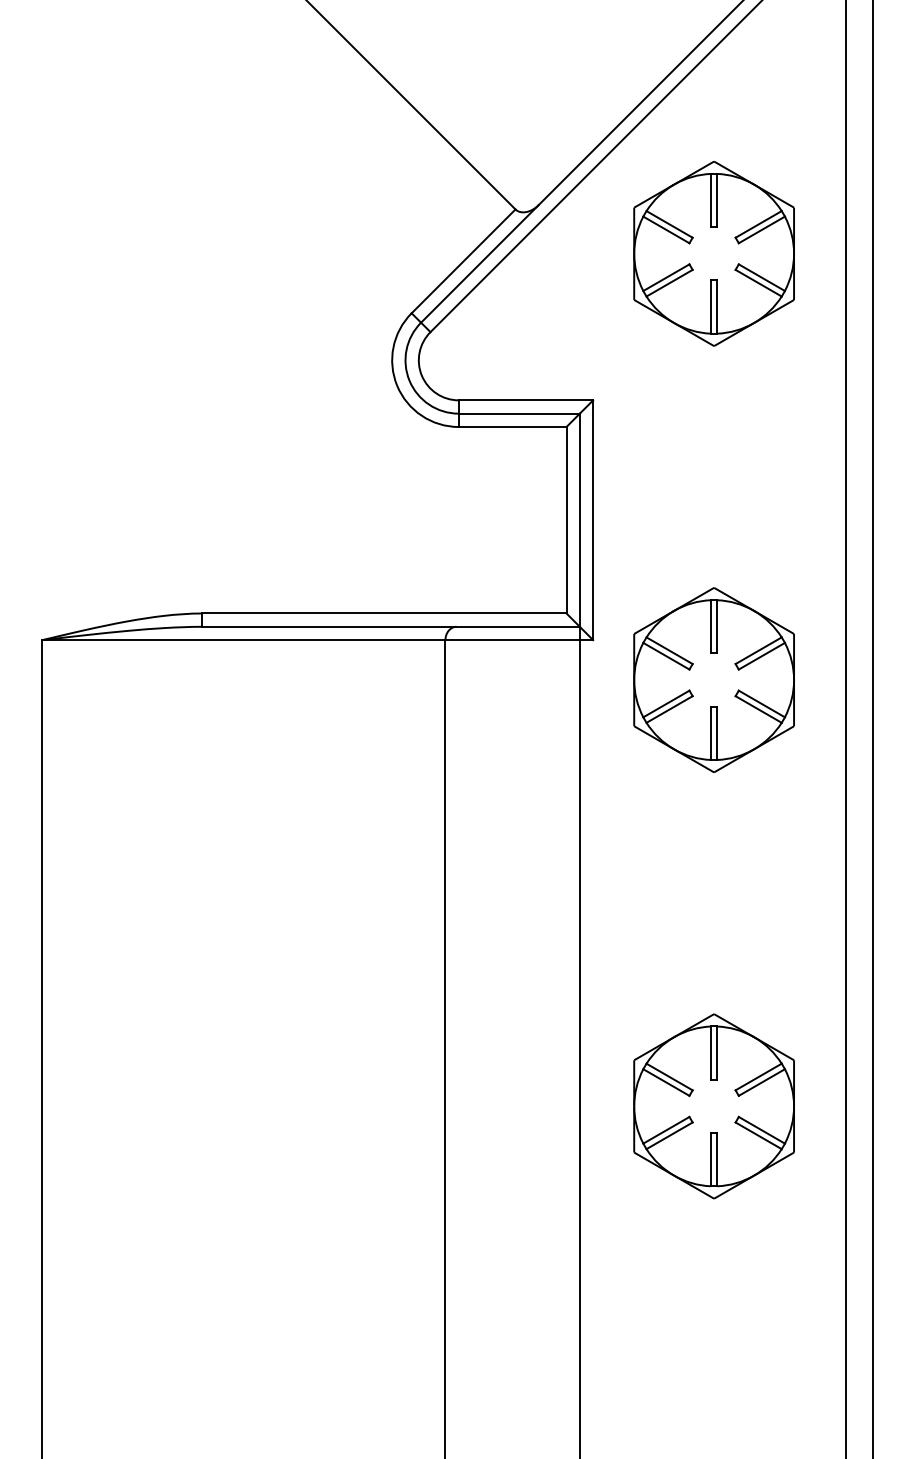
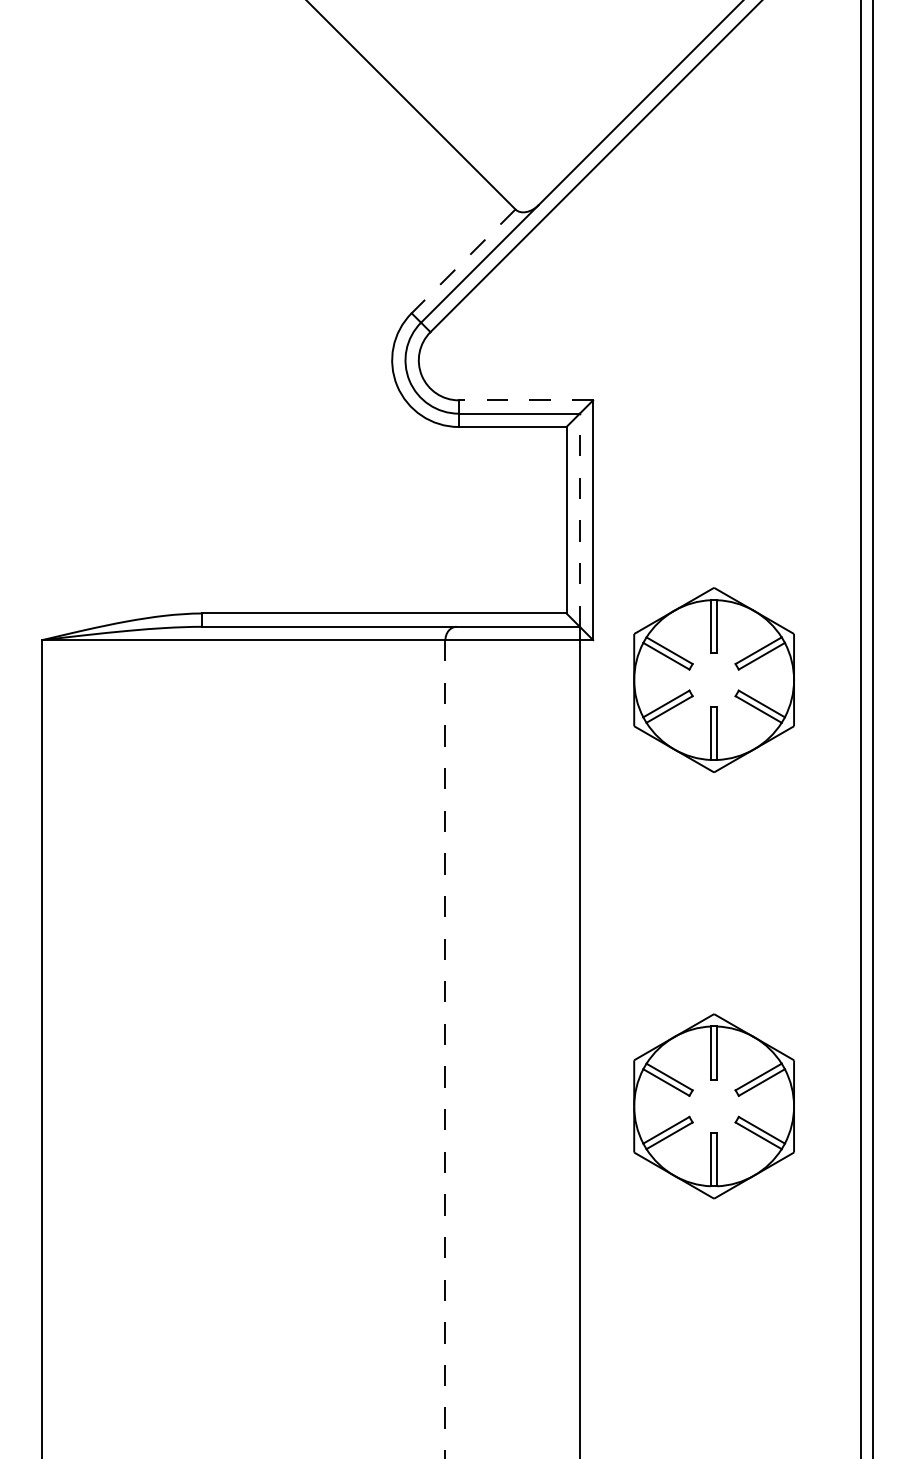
part at (713, 253): present -> none
line at (463, 261): solid -> dashed
line at (525, 400): solid -> dashed
line at (579, 520): solid -> dashed
line at (846, 728) position: (846, 728) -> (861, 728)
line at (445, 1049): solid -> dashed
